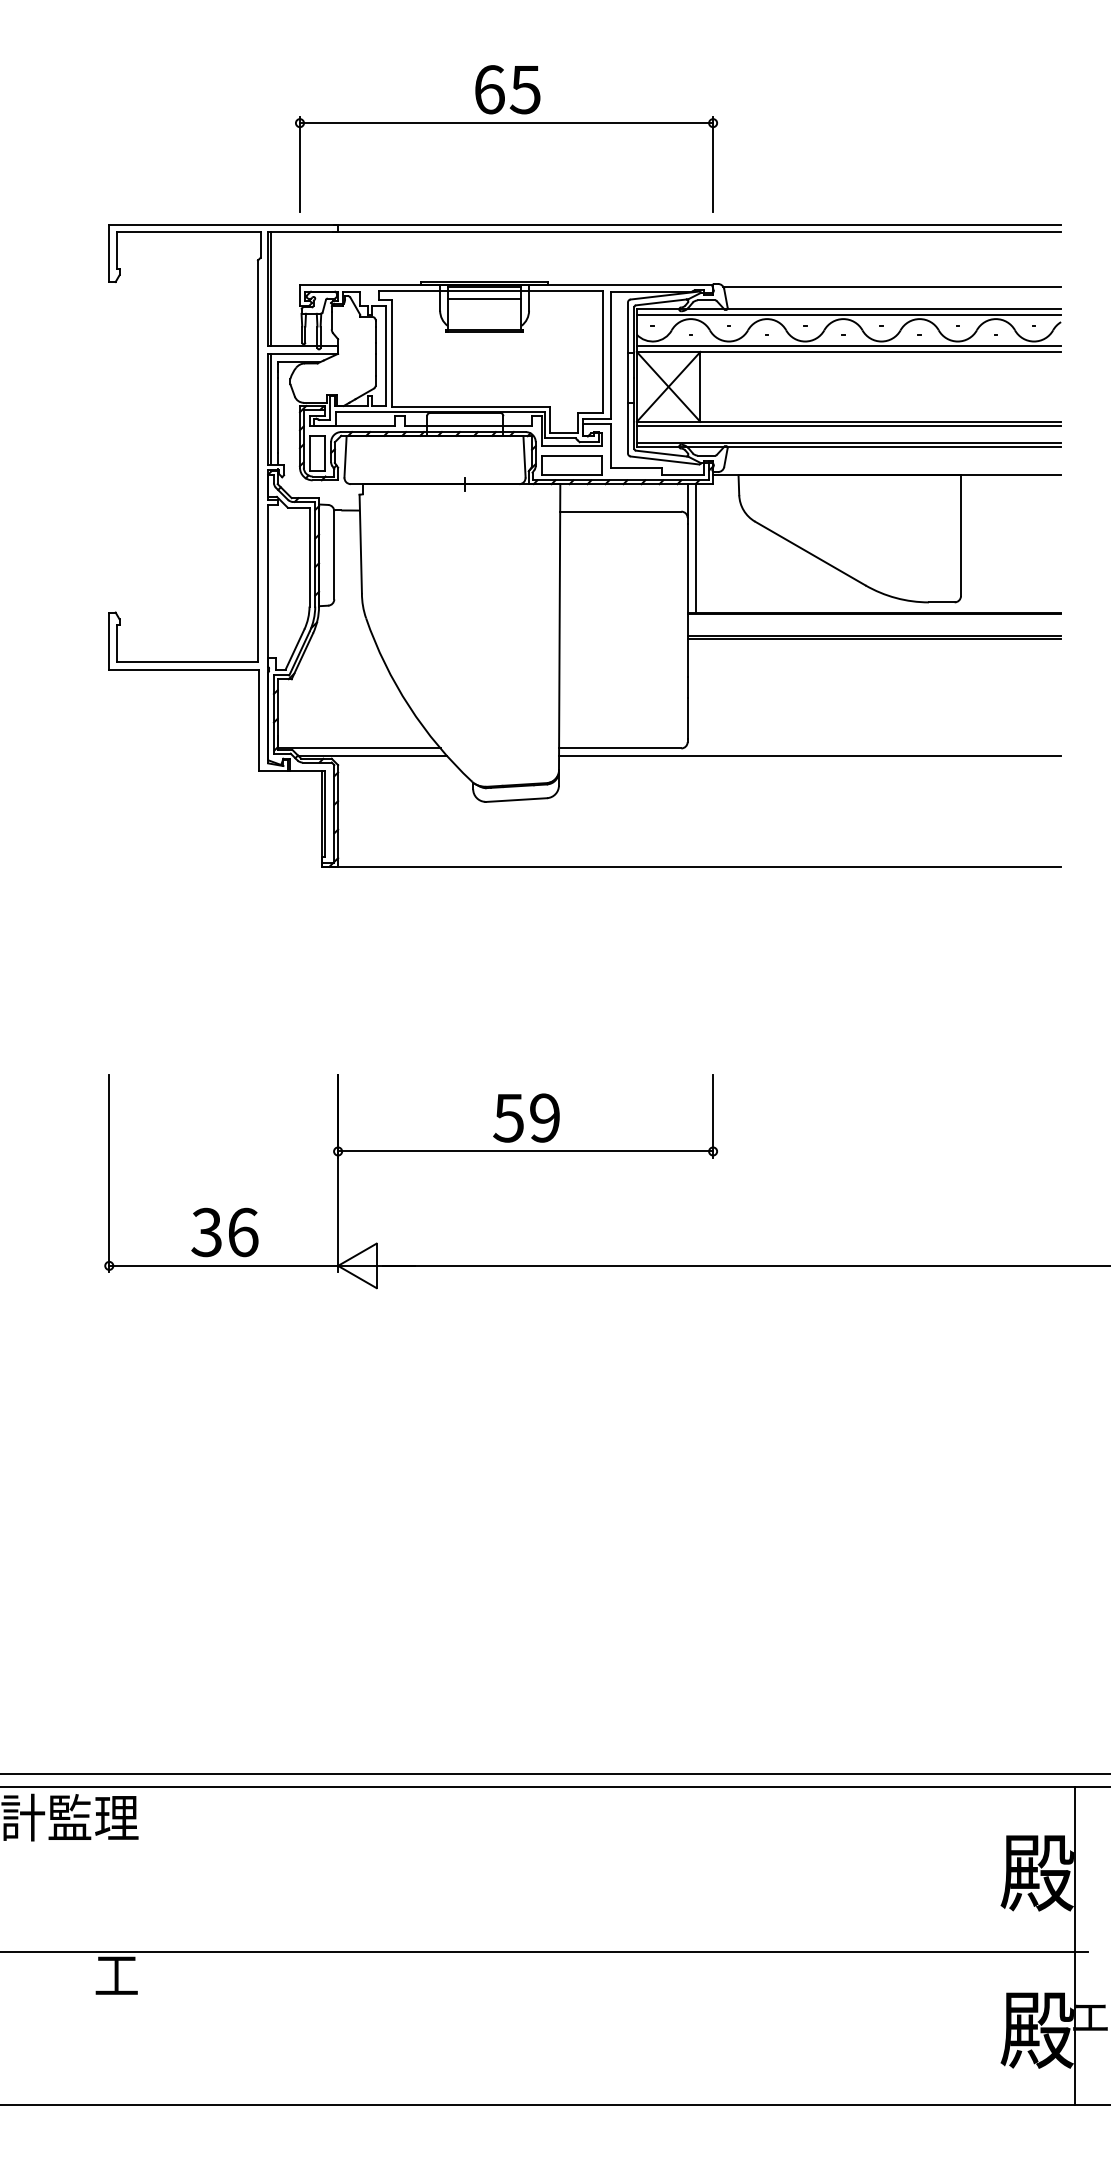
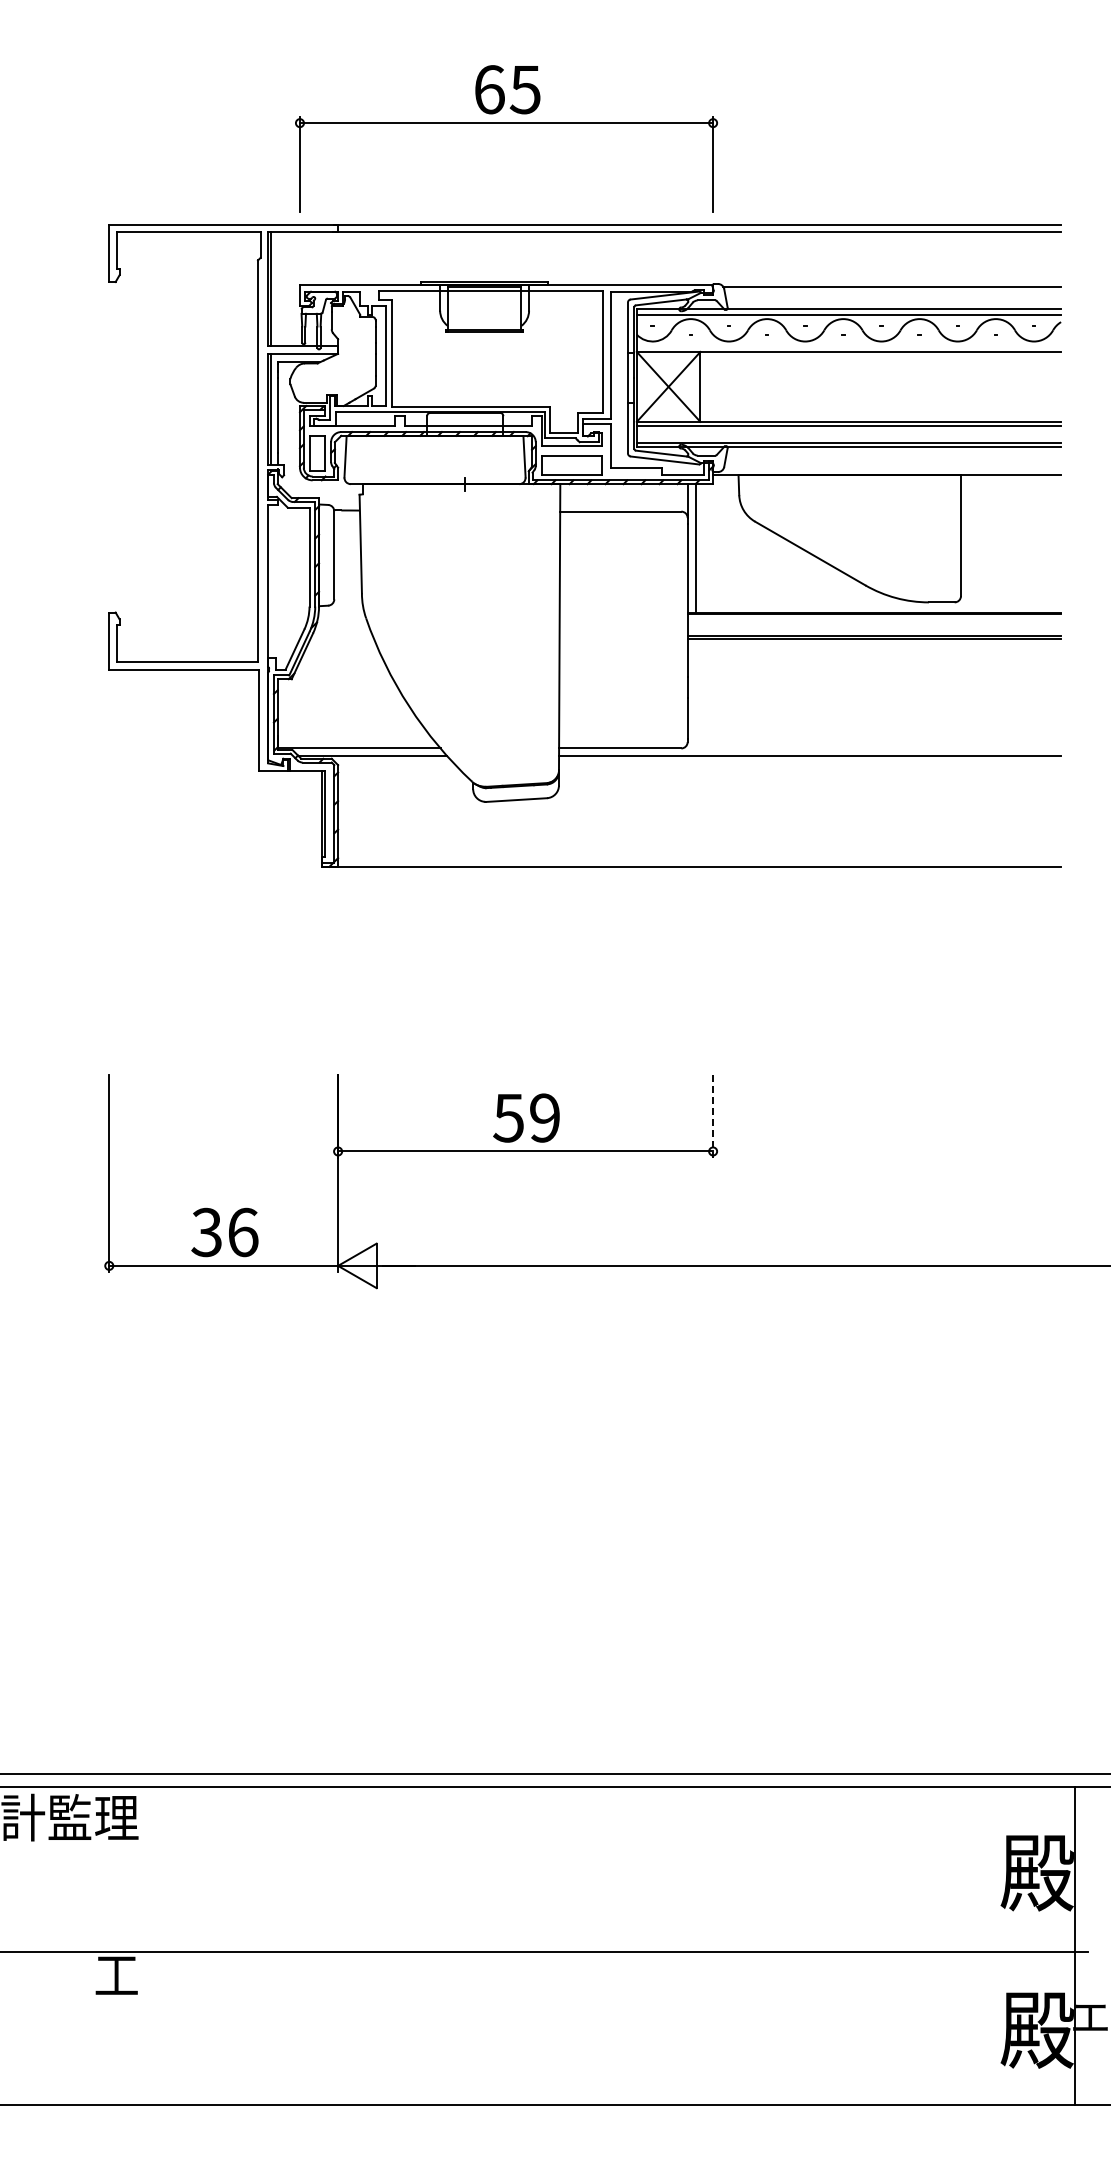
line at (484, 298): present -> none
line at (848, 345): present -> none
line at (713, 1117): solid -> dashed
